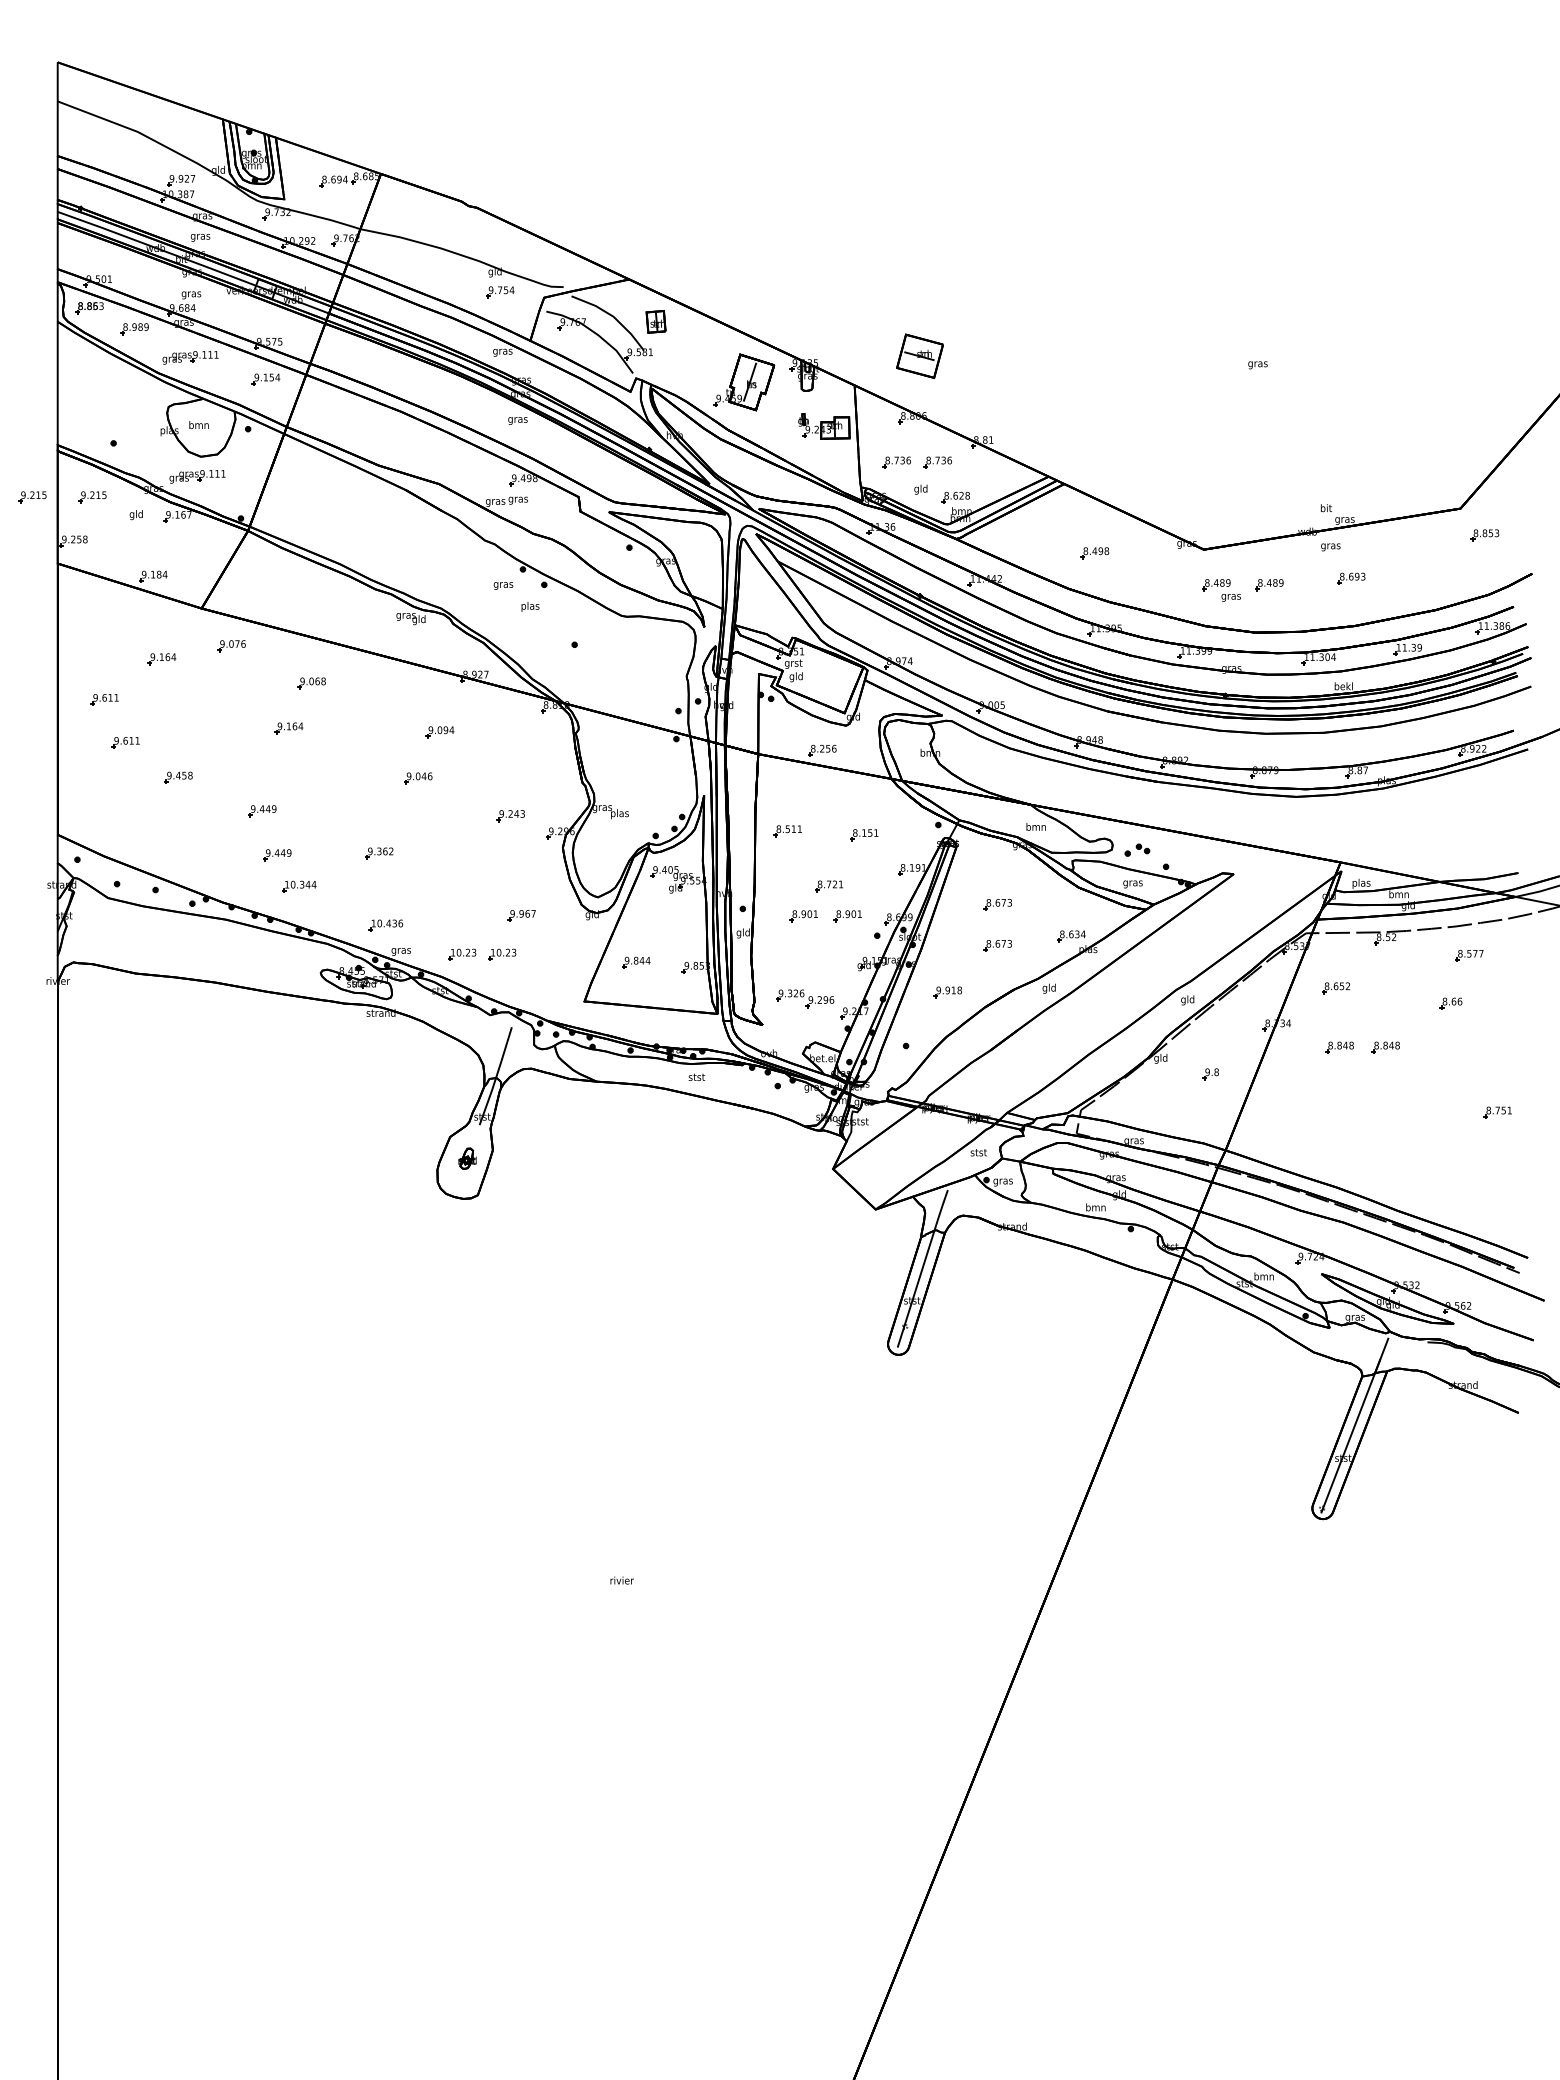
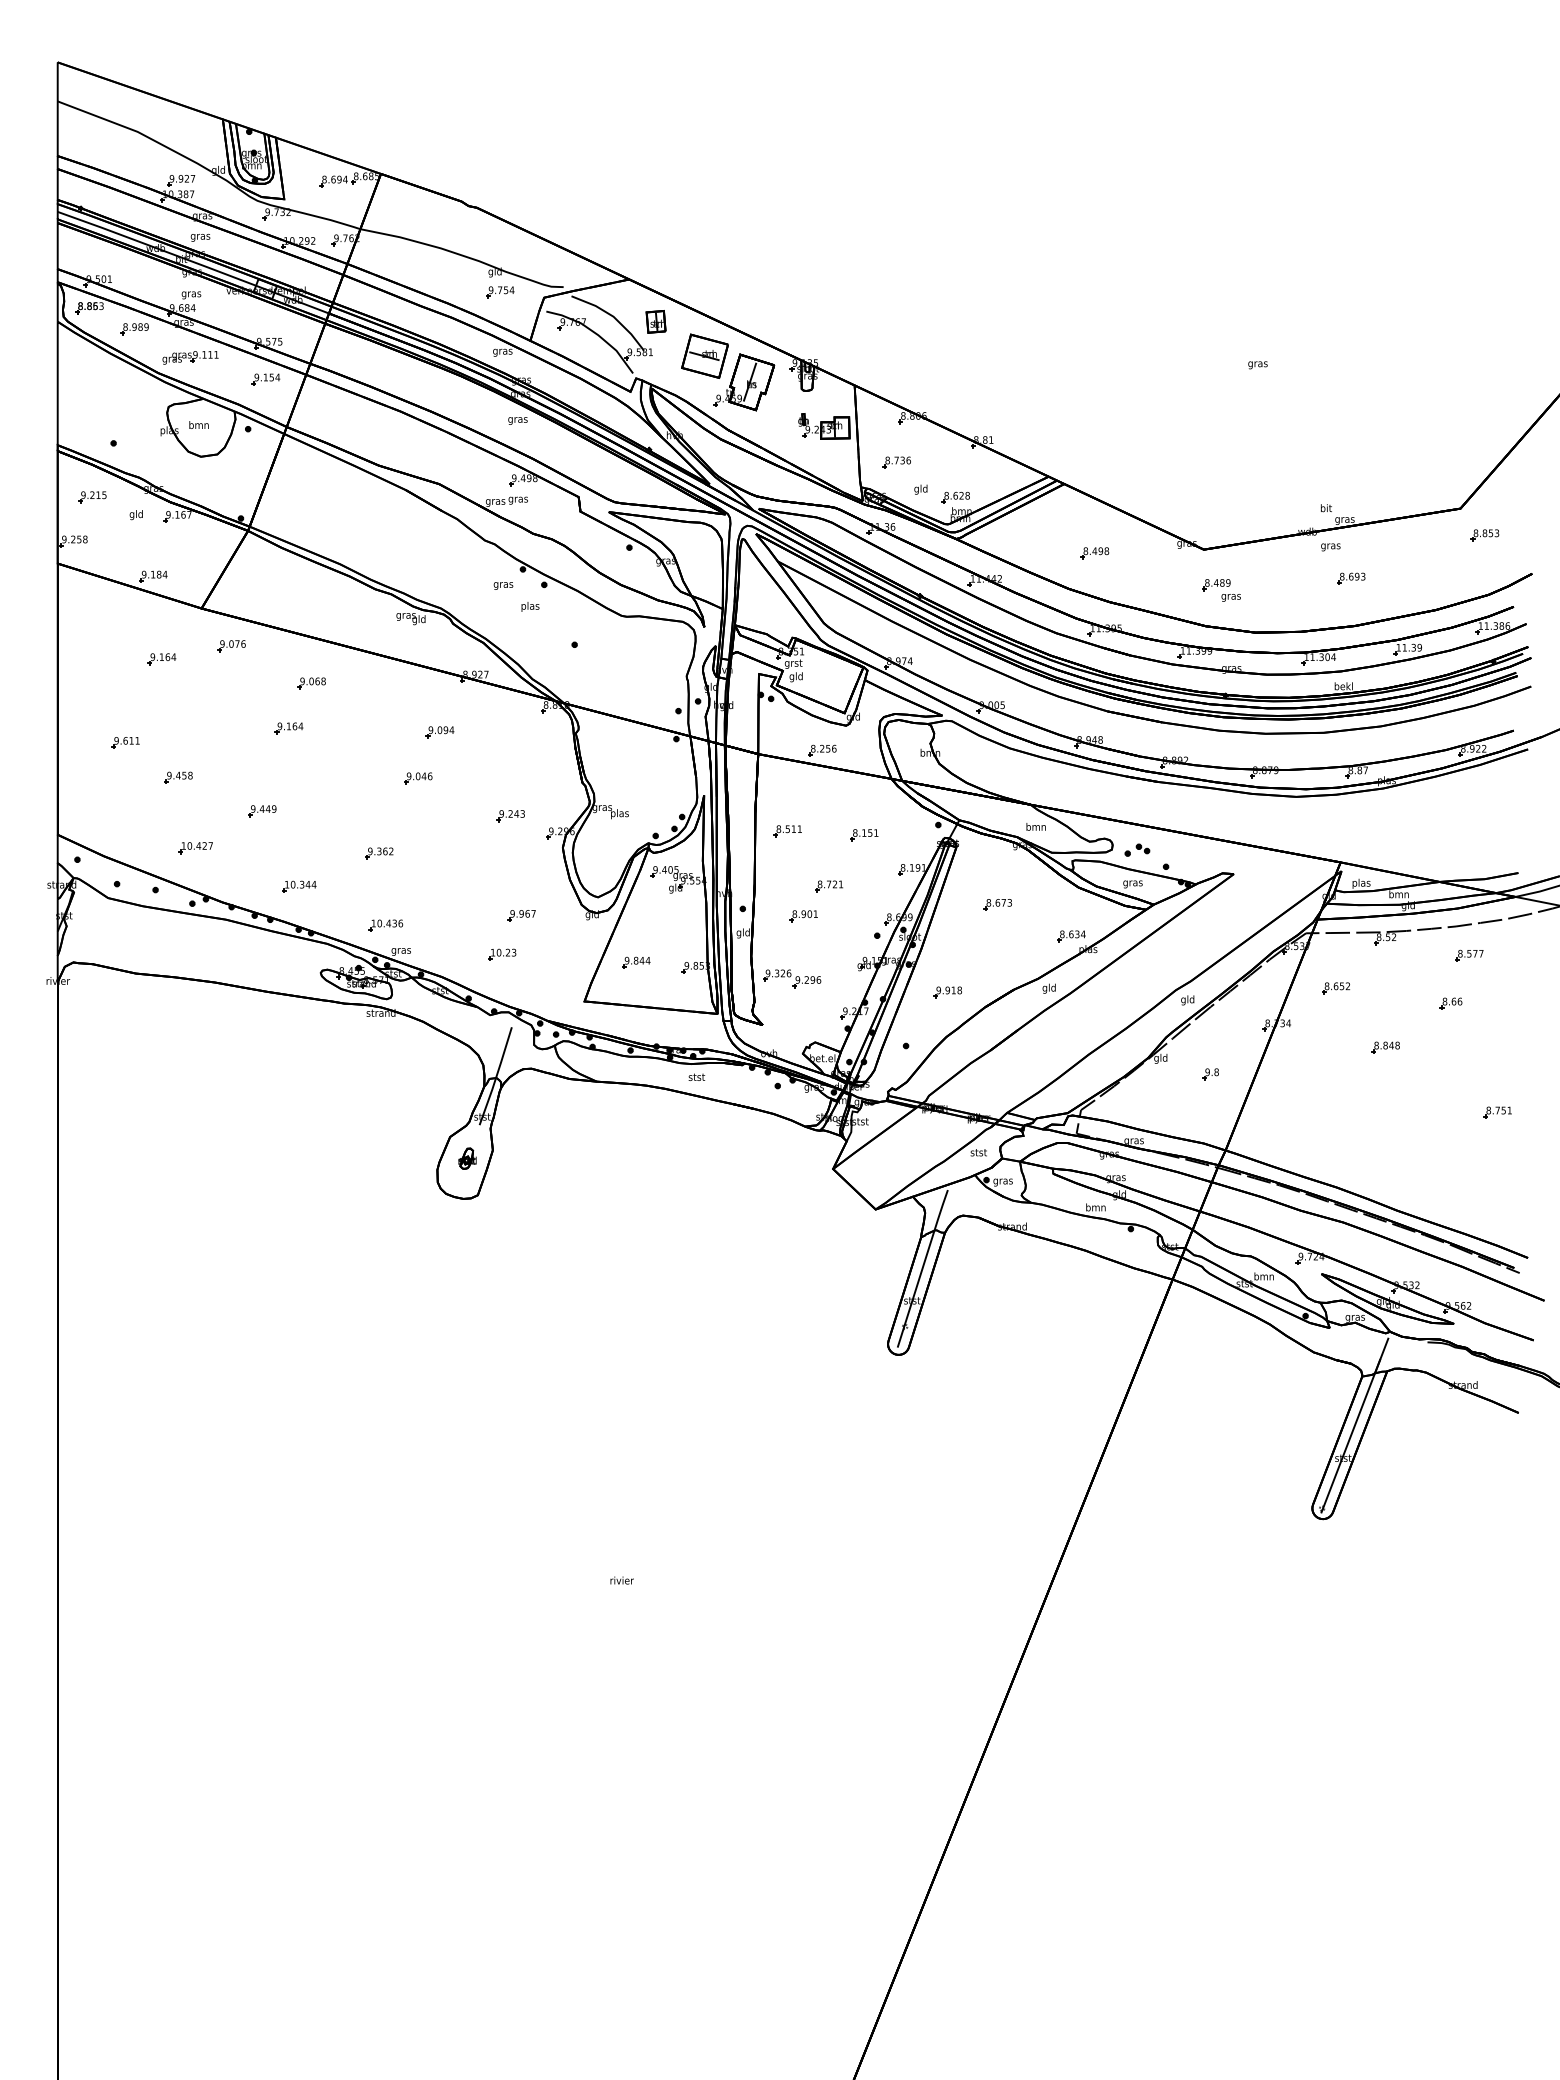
part at (919, 355) position: (919, 355) -> (704, 355)
part at (937, 462): present -> none
part at (197, 476): present -> none
part at (32, 497): present -> none
part at (1269, 585): present -> none
part at (104, 699): present -> none
part at (195, 848): none -> present
part at (277, 855): present -> none
part at (847, 916): present -> none
part at (997, 945): present -> none
part at (462, 954): present -> none
part at (805, 998) position: (805, 998) -> (792, 978)
part at (1339, 1047): present -> none
